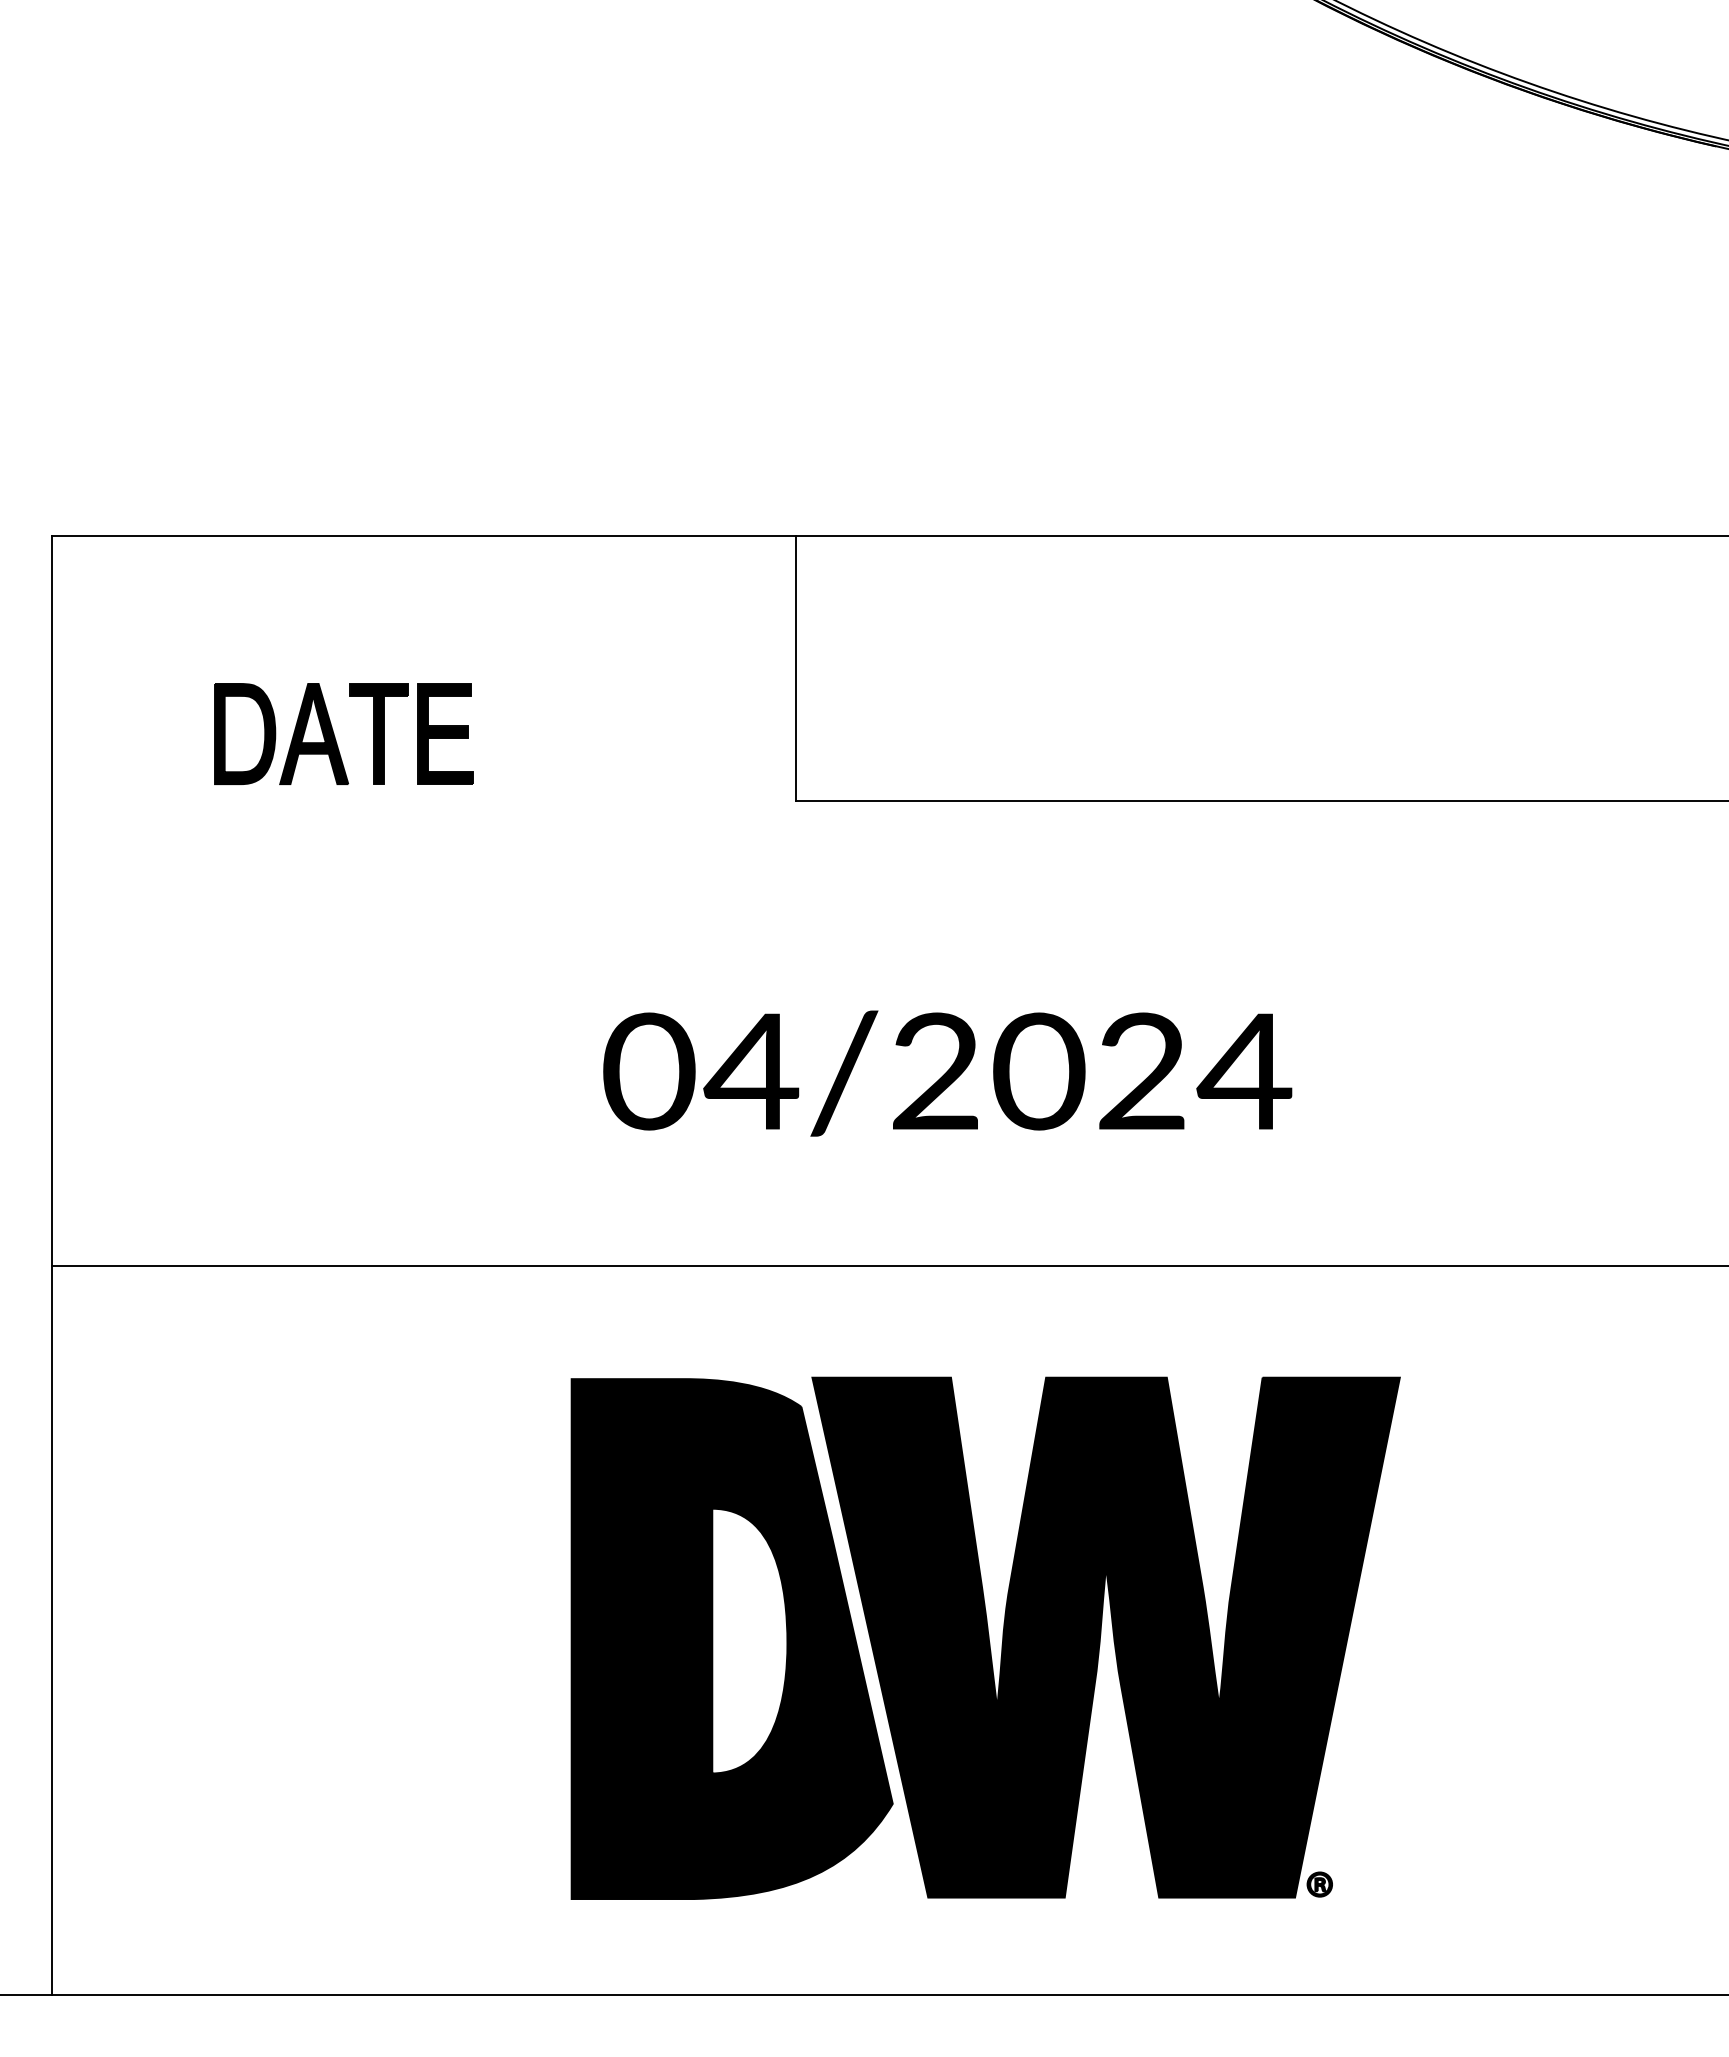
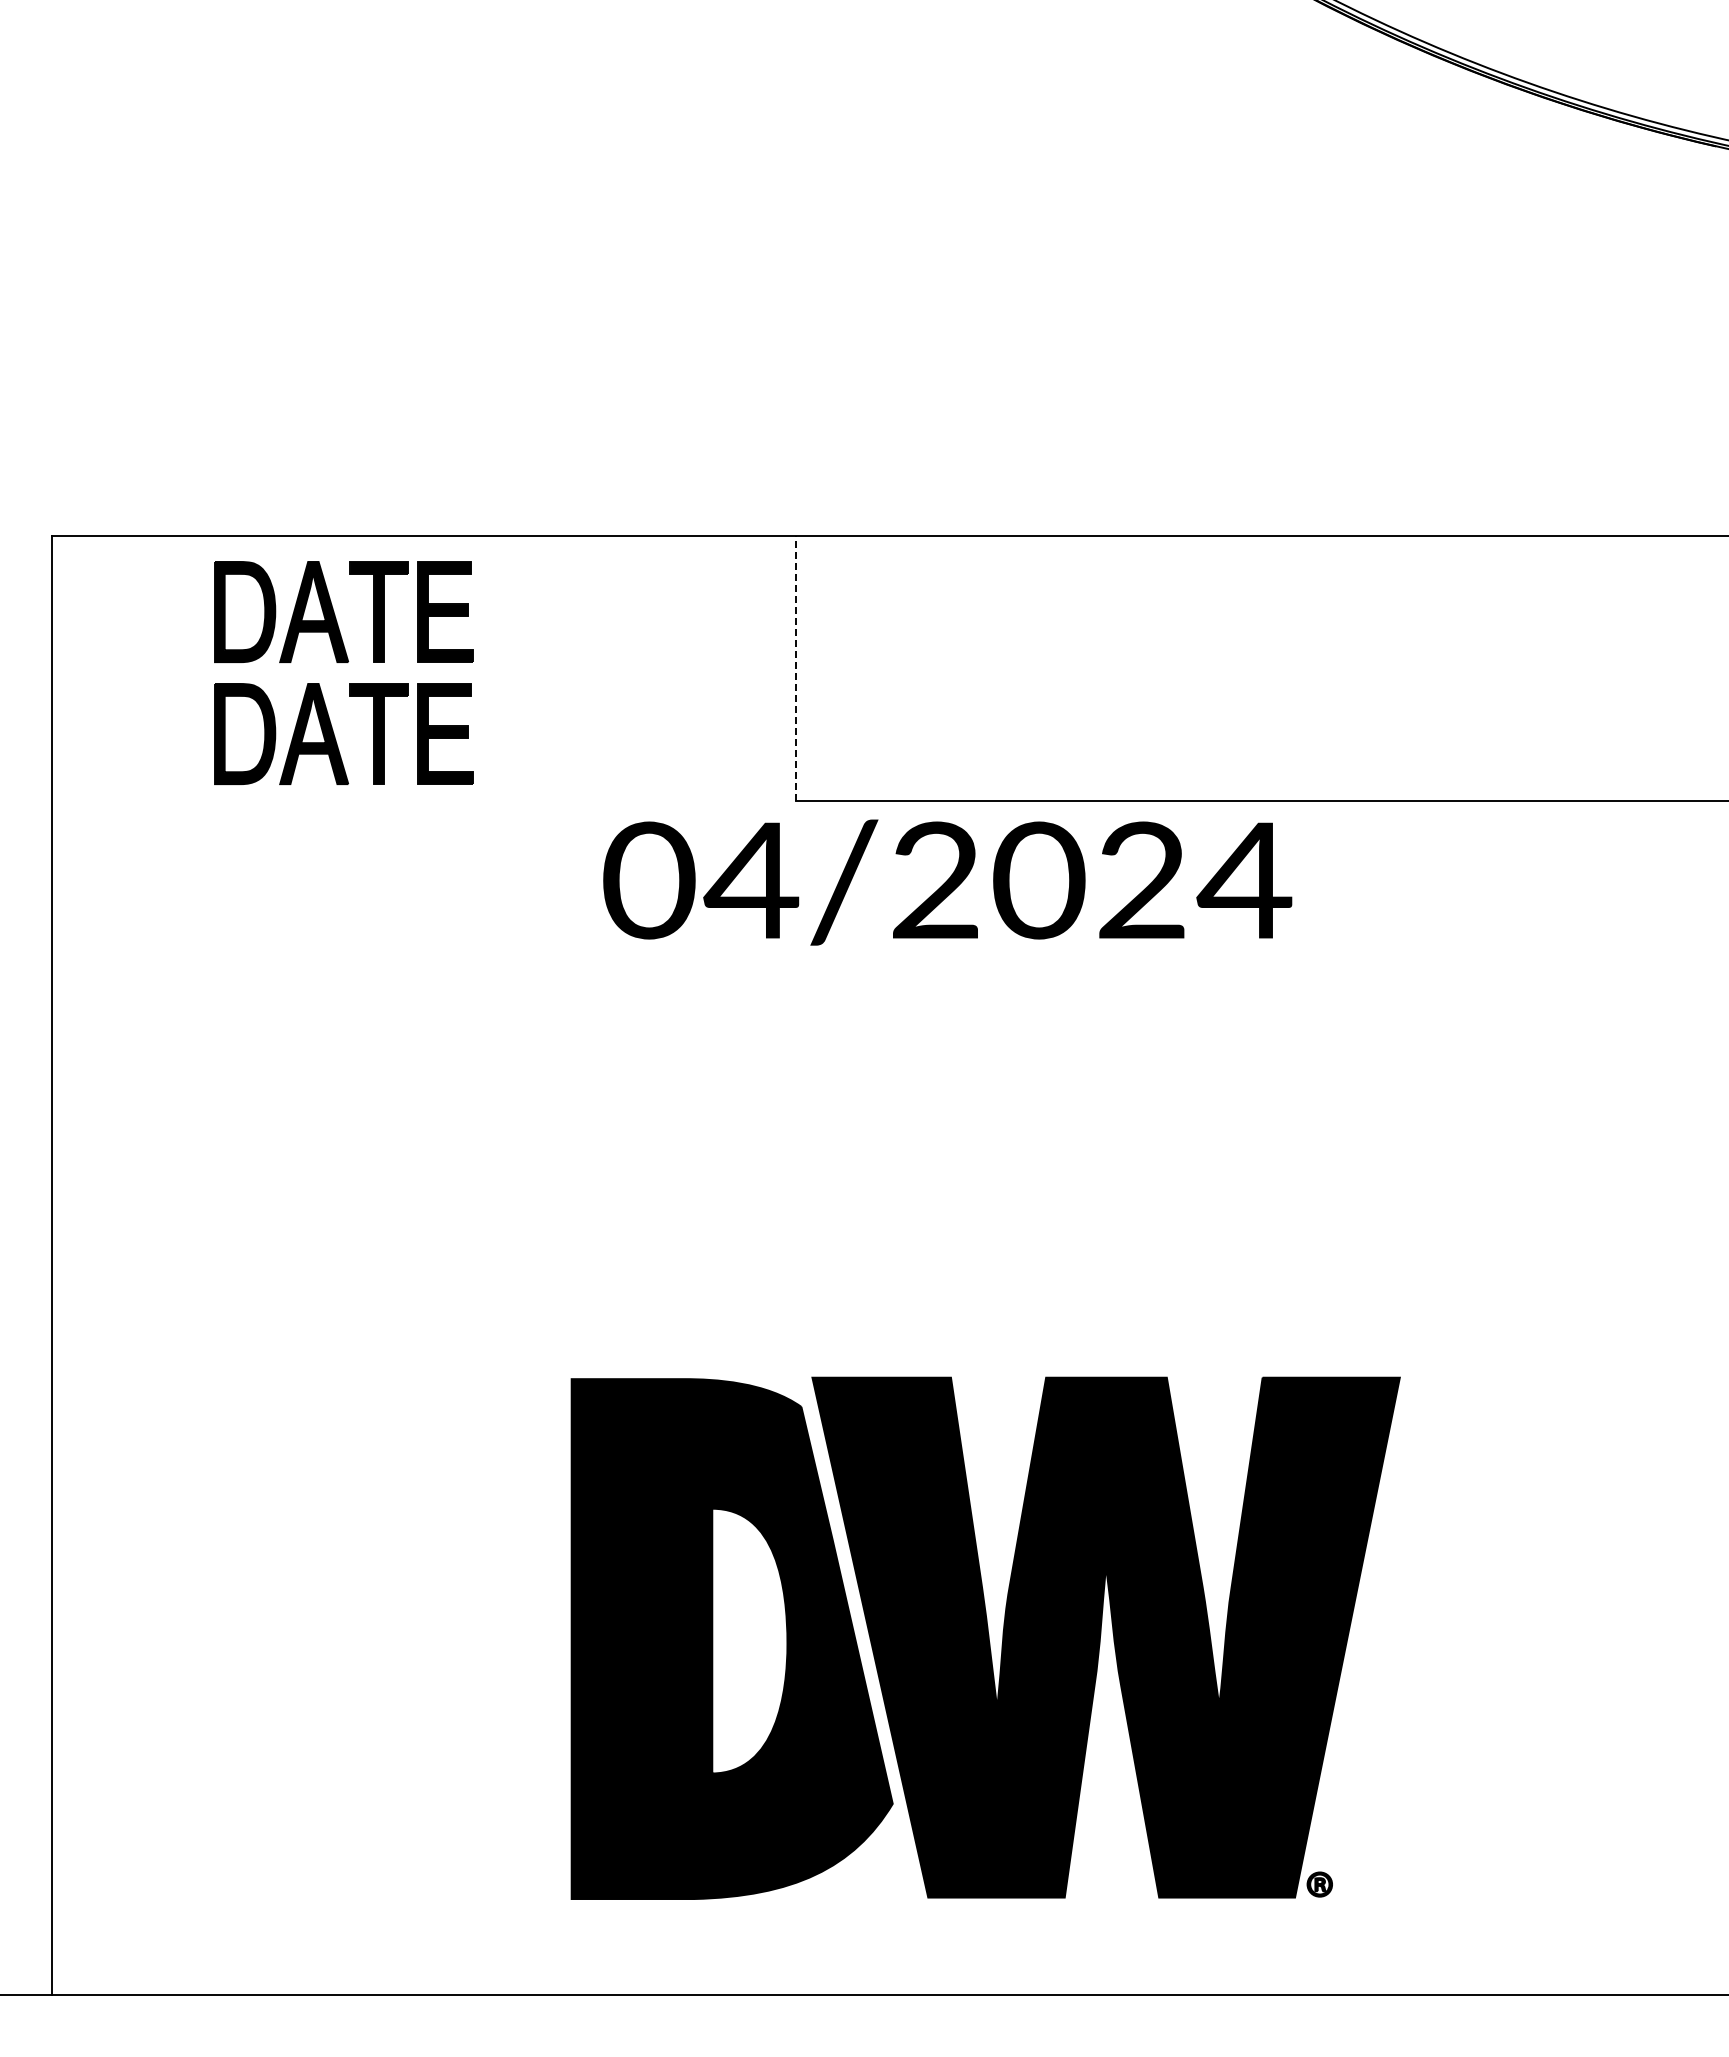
part at (335, 614): none -> present
line at (796, 668): solid -> dashed
text at (947, 1073) position: (947, 1073) -> (947, 882)
line at (888, 1266): present -> none
